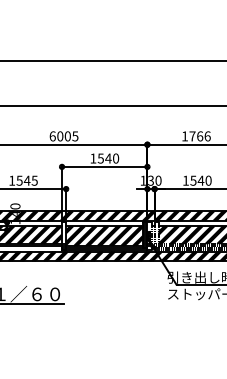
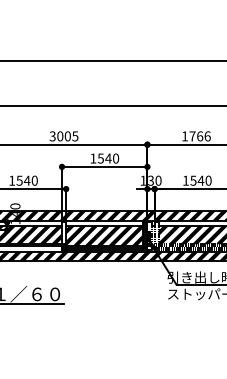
text at (52, 136): 6005 -> 3005
text at (34, 180): 1545 -> 1540
